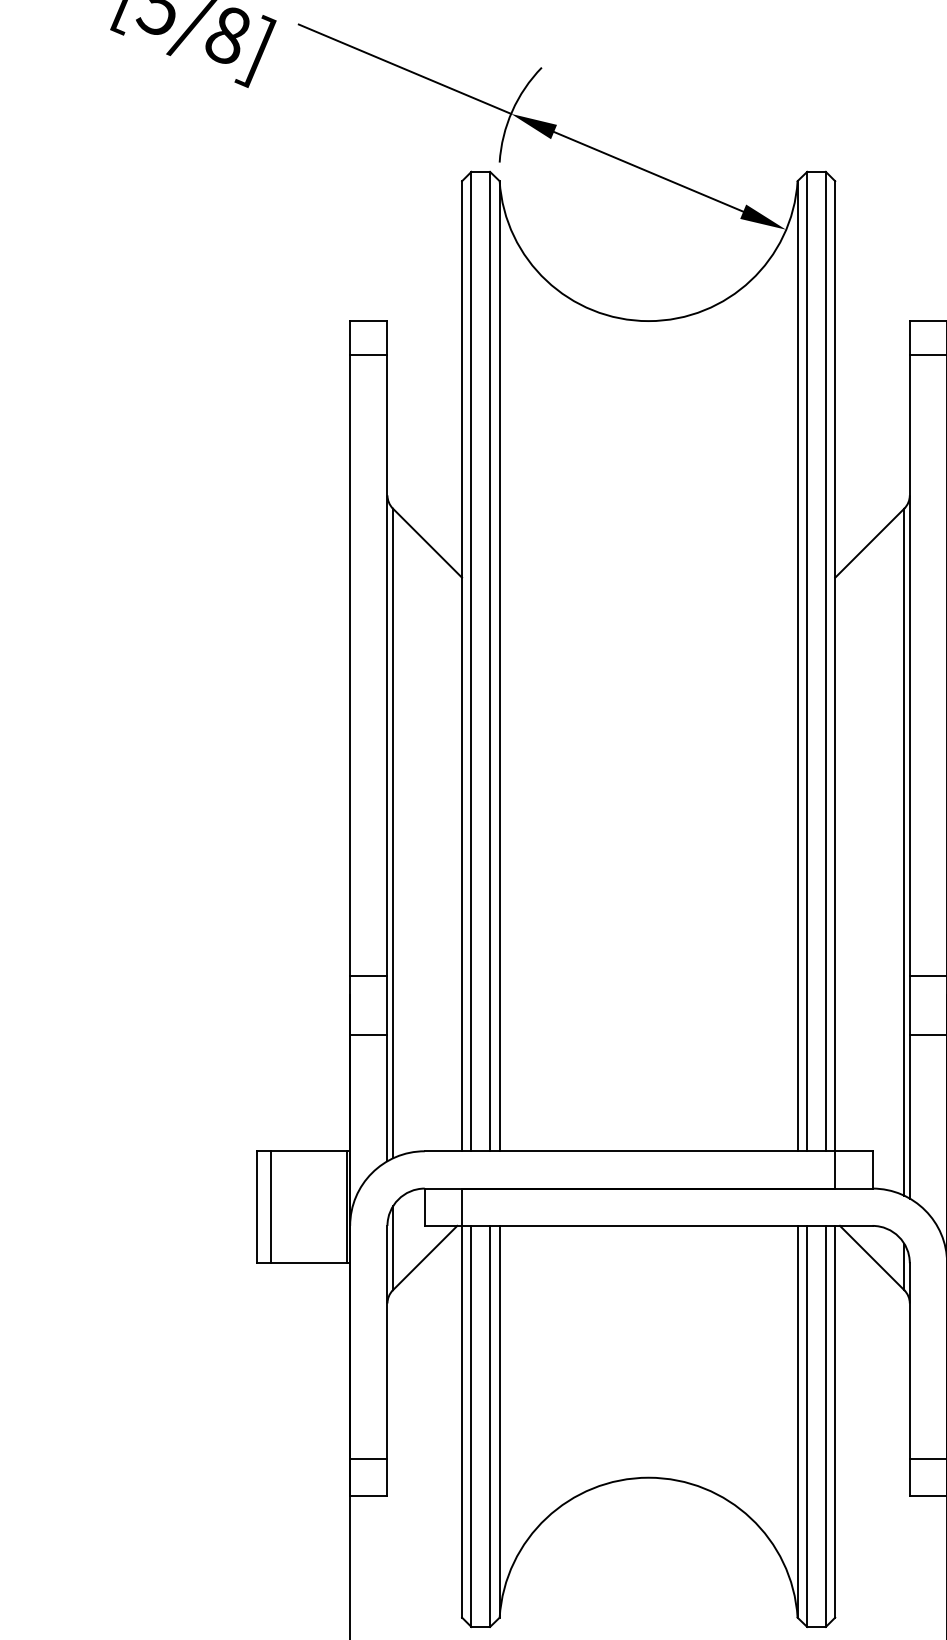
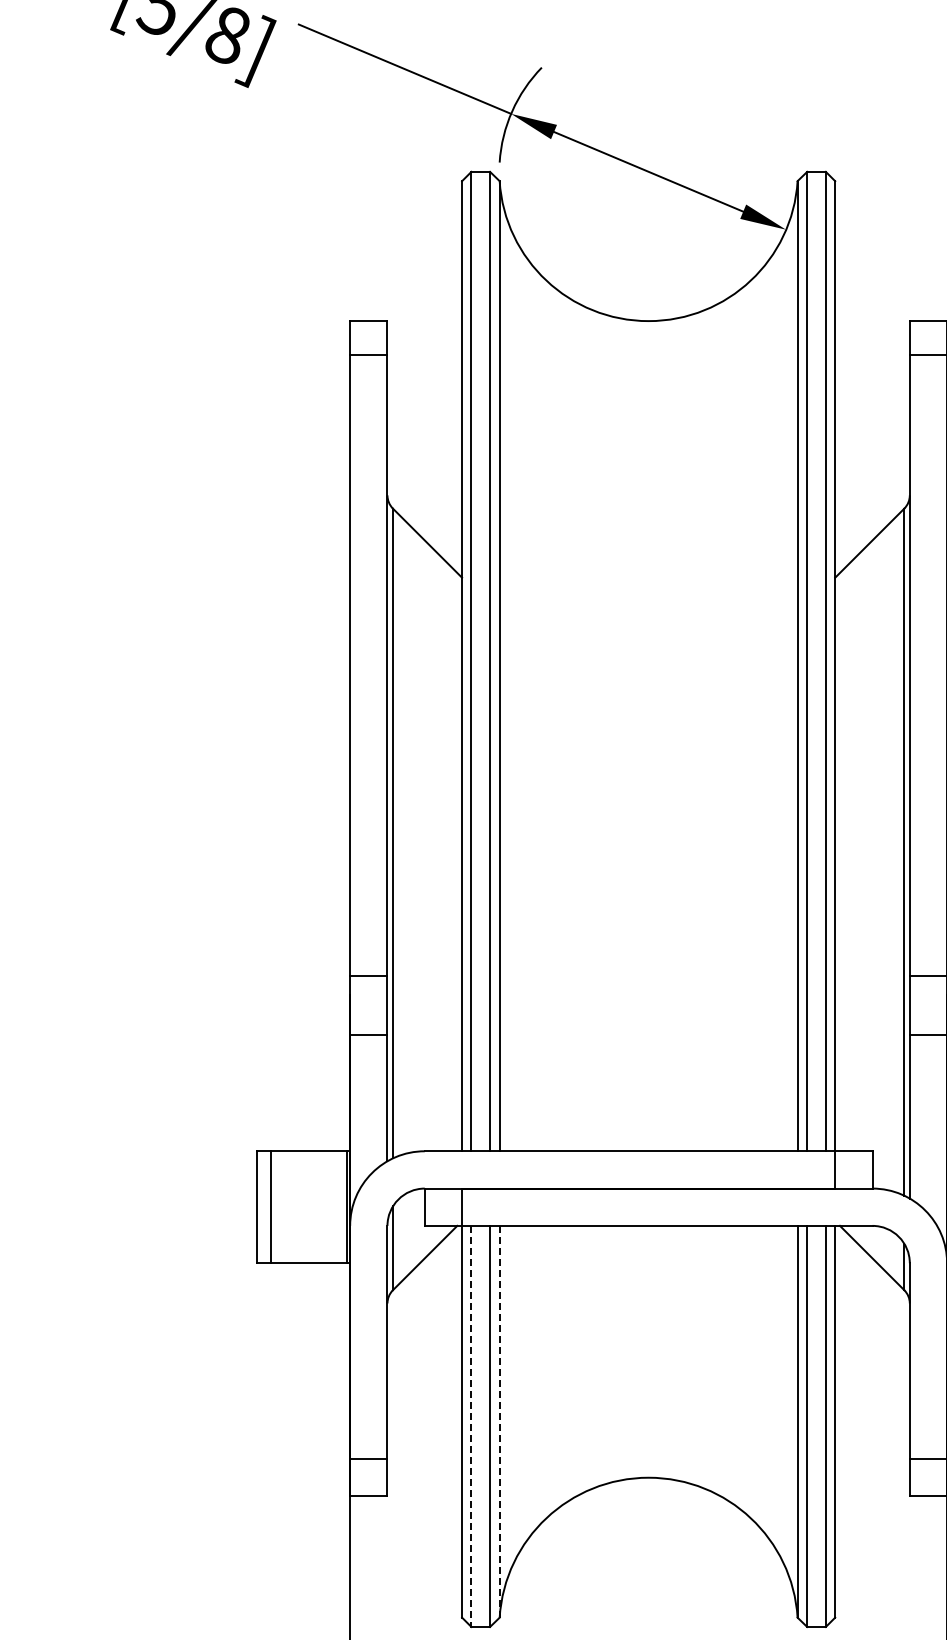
line at (499, 1421): solid -> dashed
line at (471, 1426): solid -> dashed
